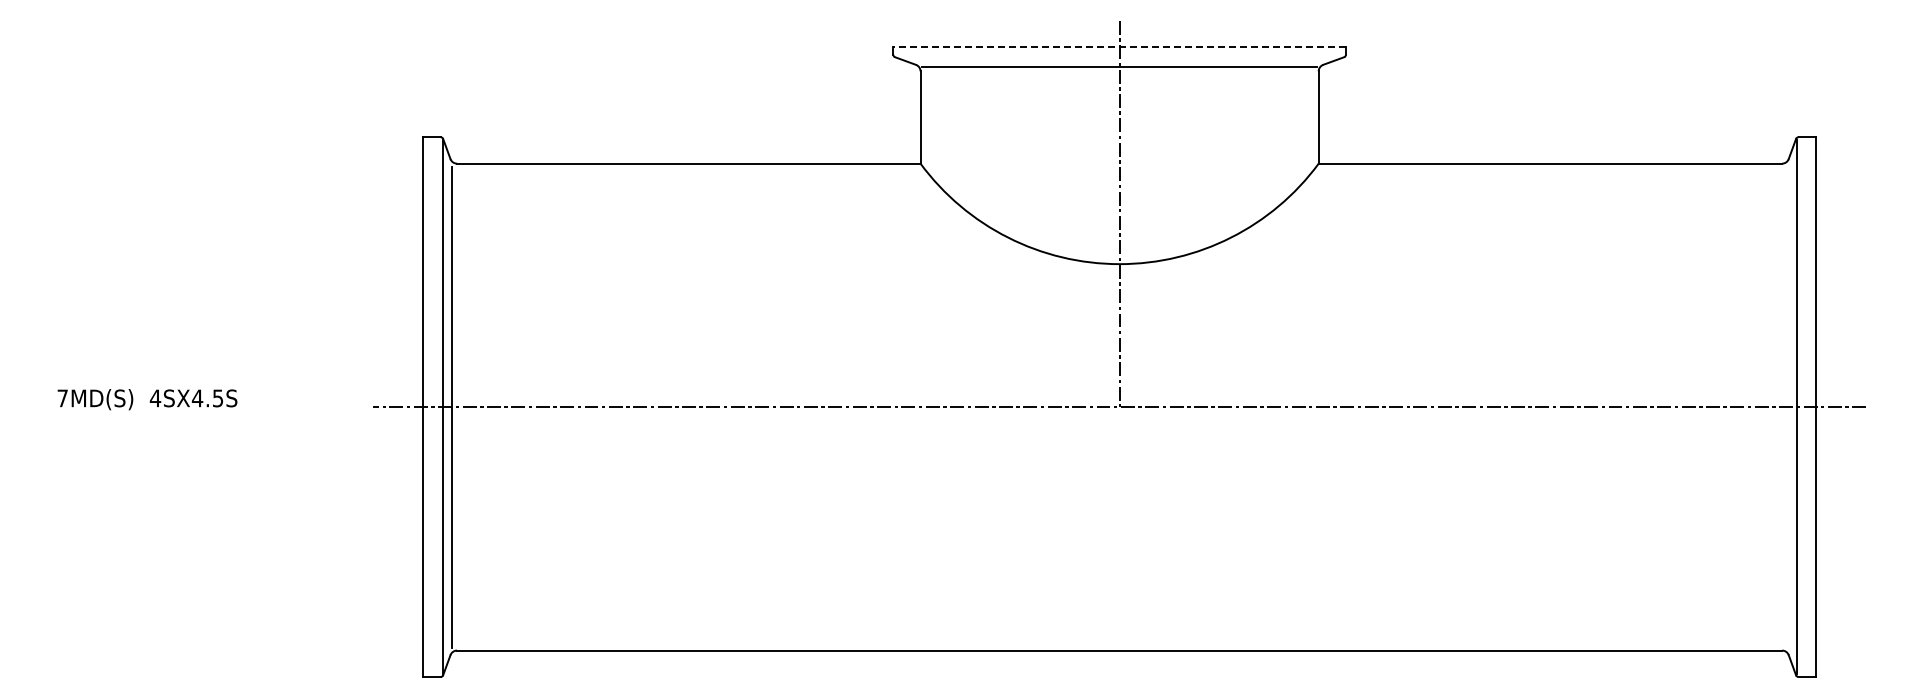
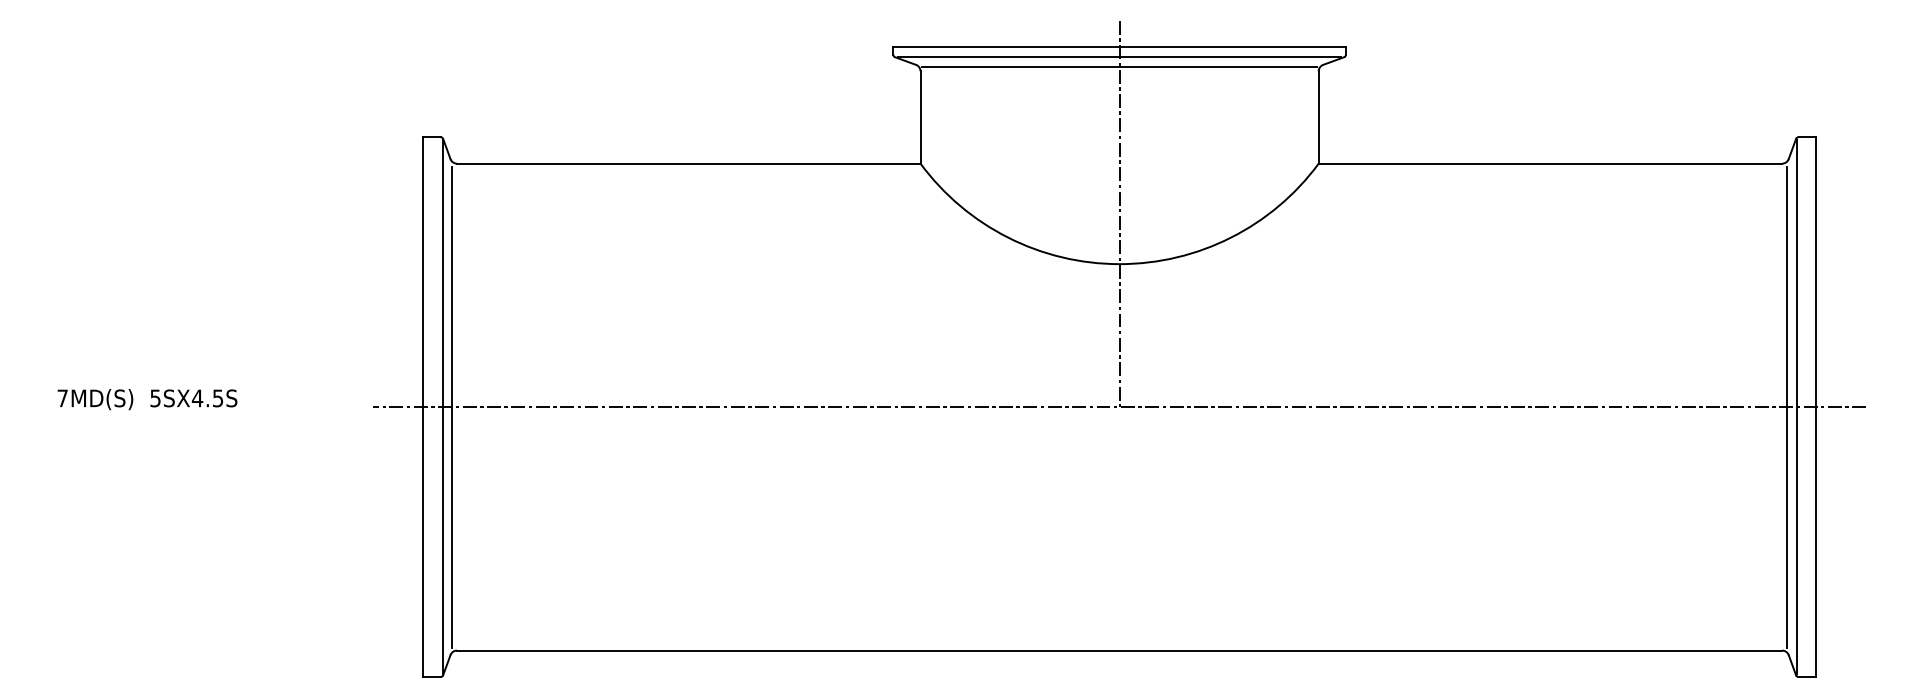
line at (1119, 46): dashed -> solid
line at (1119, 56): none -> present
text at (155, 398): 4SX4.5S -> 5SX4.5S
line at (1787, 406): none -> present
